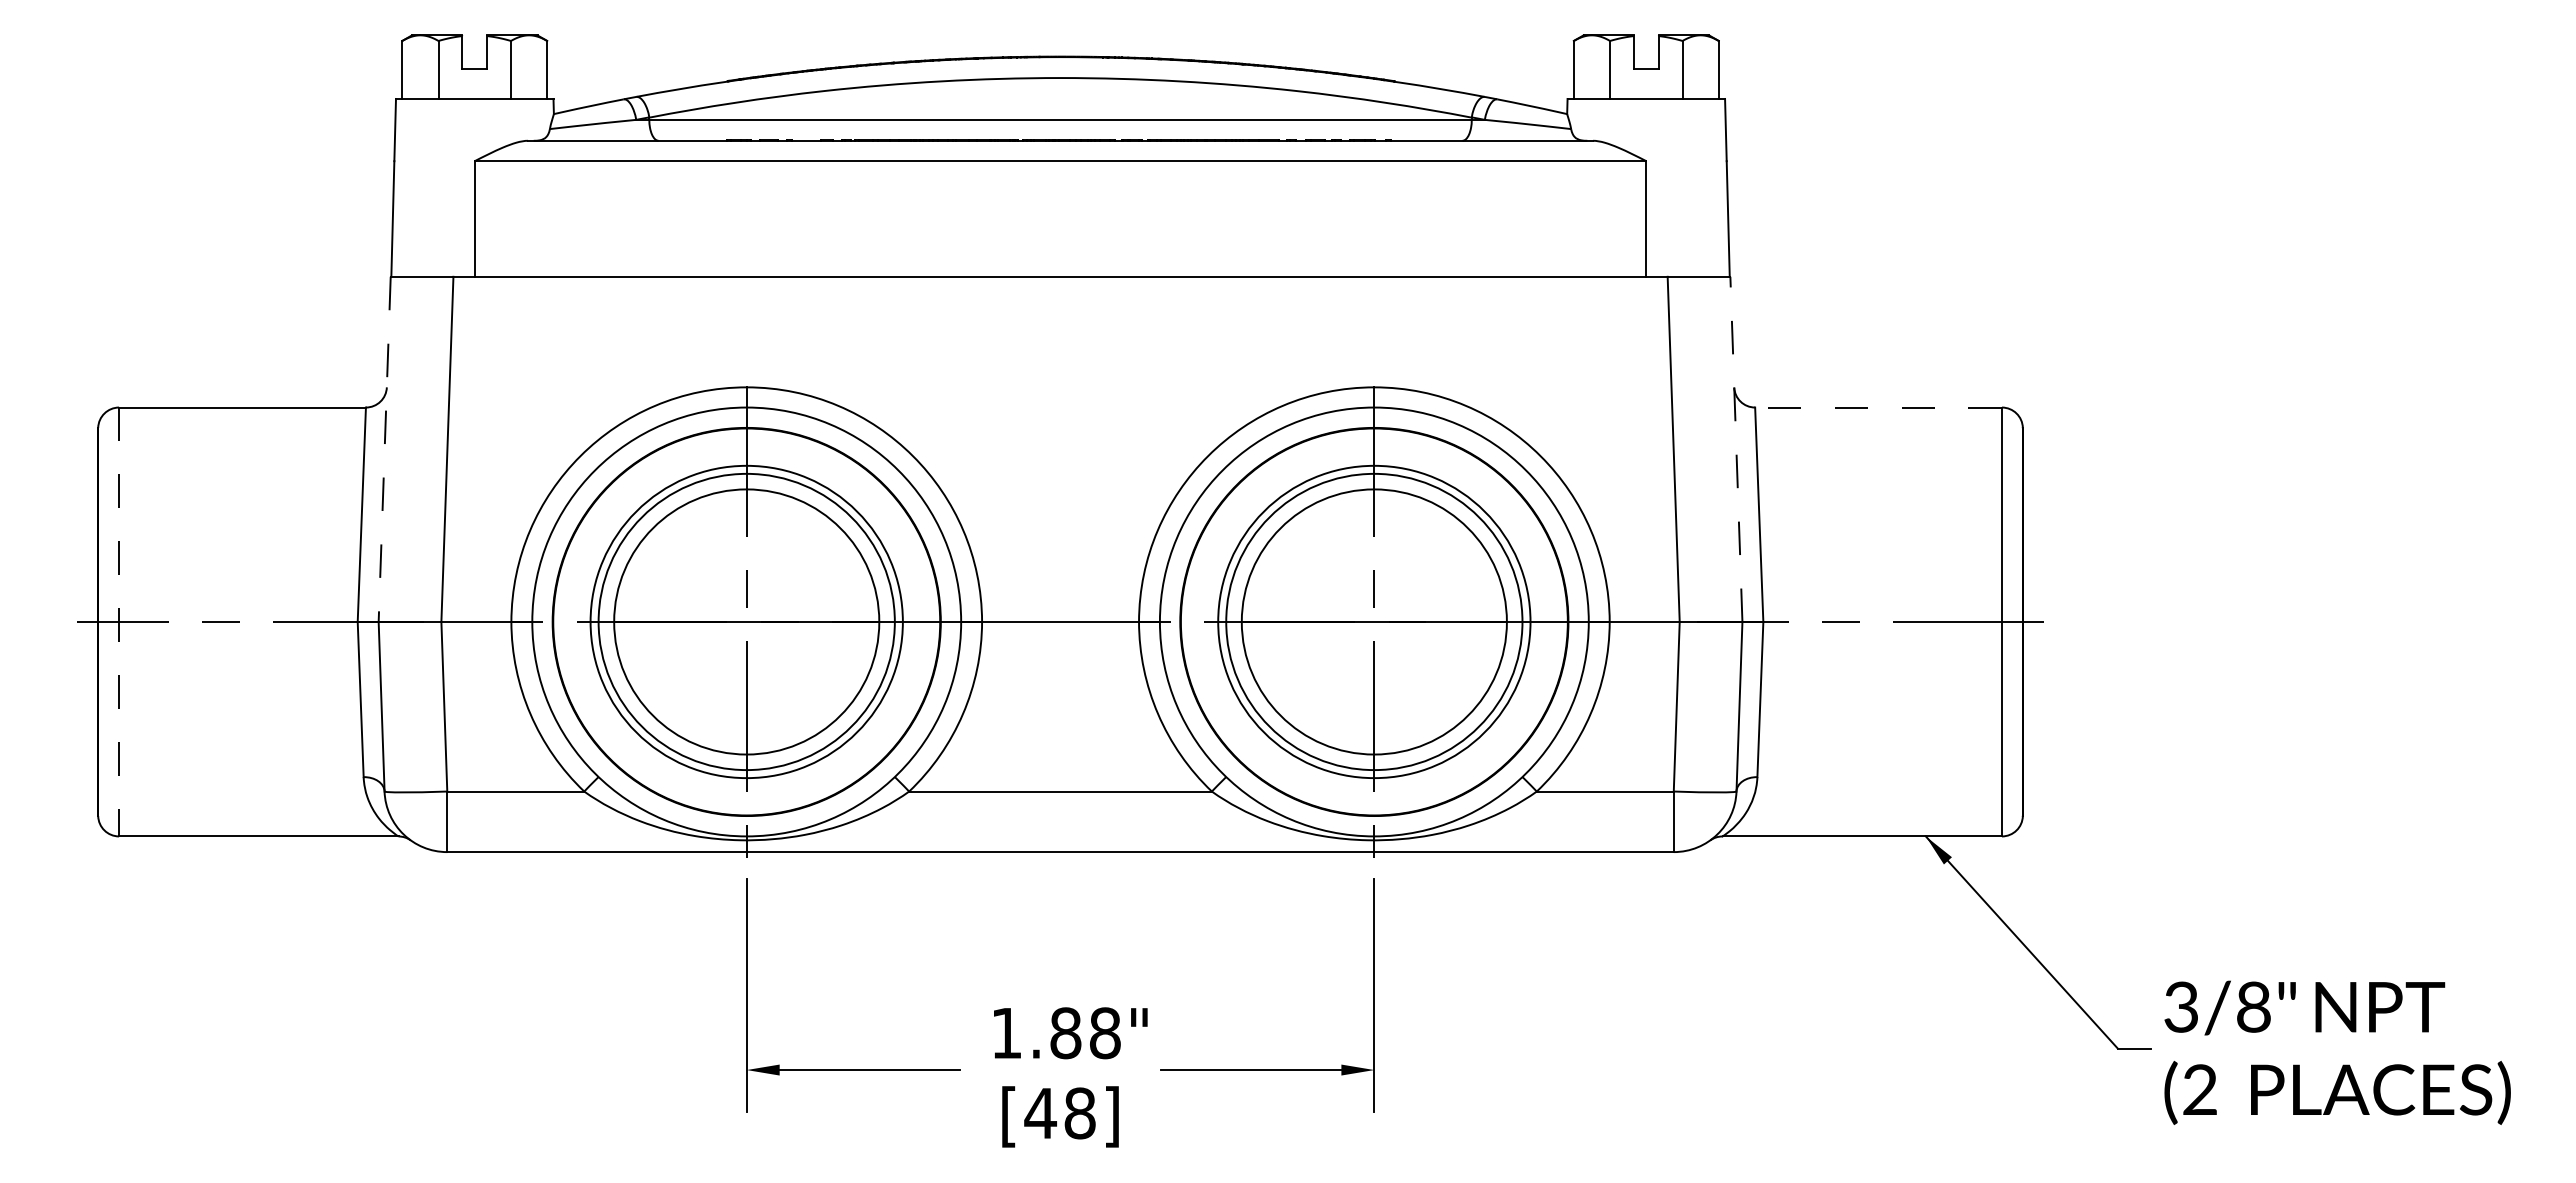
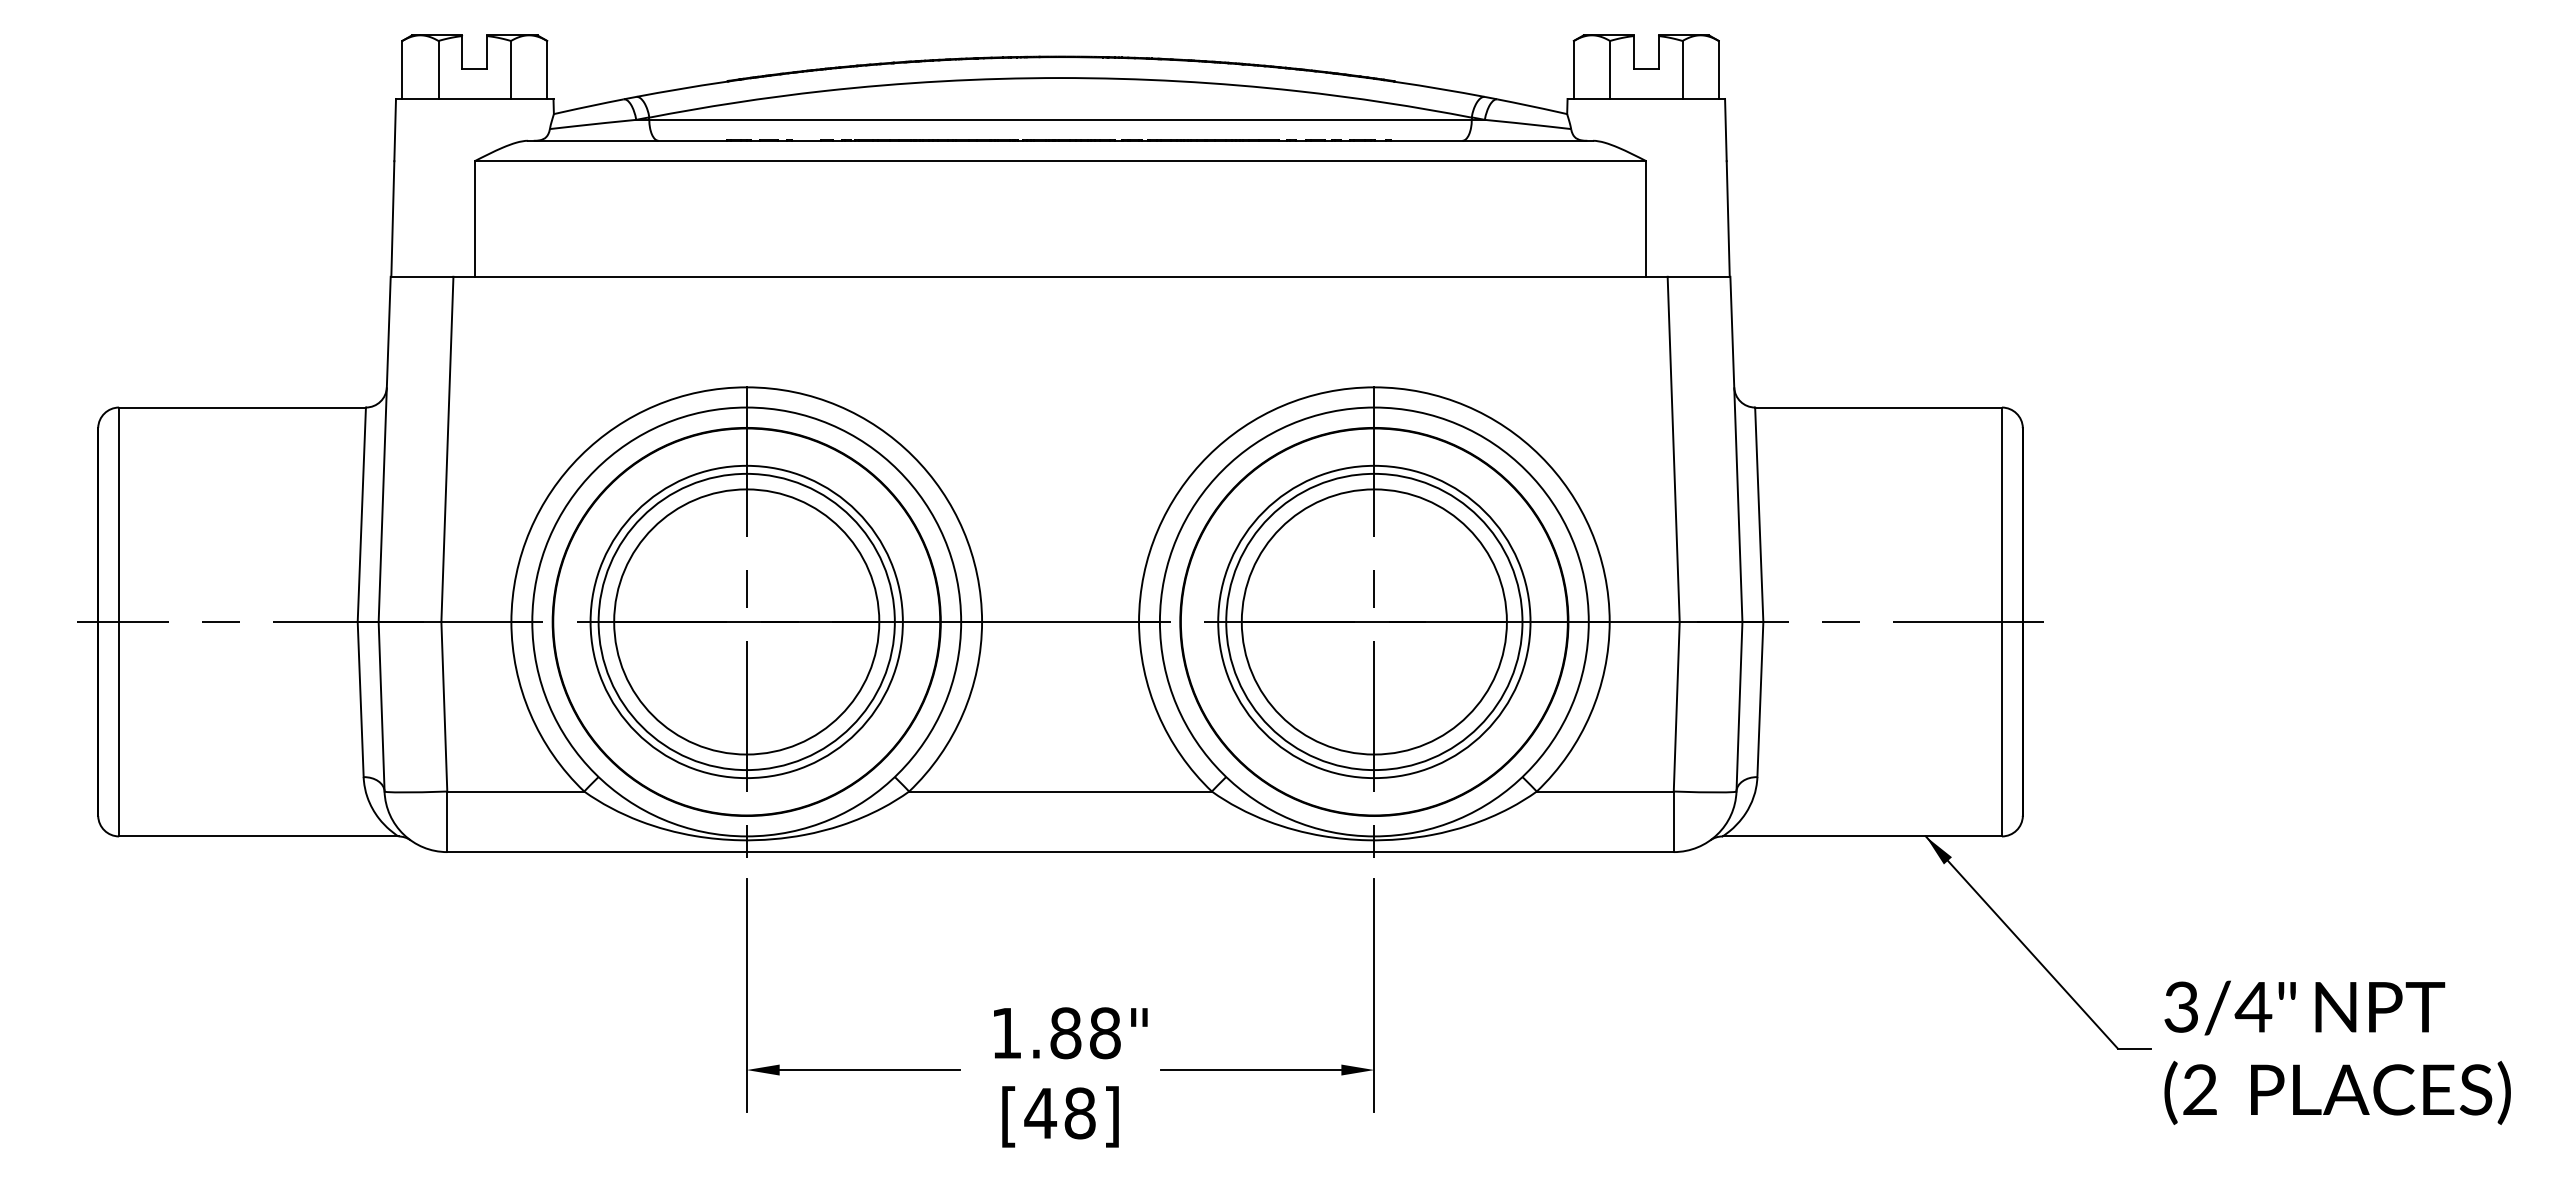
line at (1878, 407): dashed -> solid
line at (384, 449): dashed -> solid
line at (1736, 449): dashed -> solid
line at (119, 622): dashed -> solid
text at (2253, 1006): 3/8" -> 3/4"
